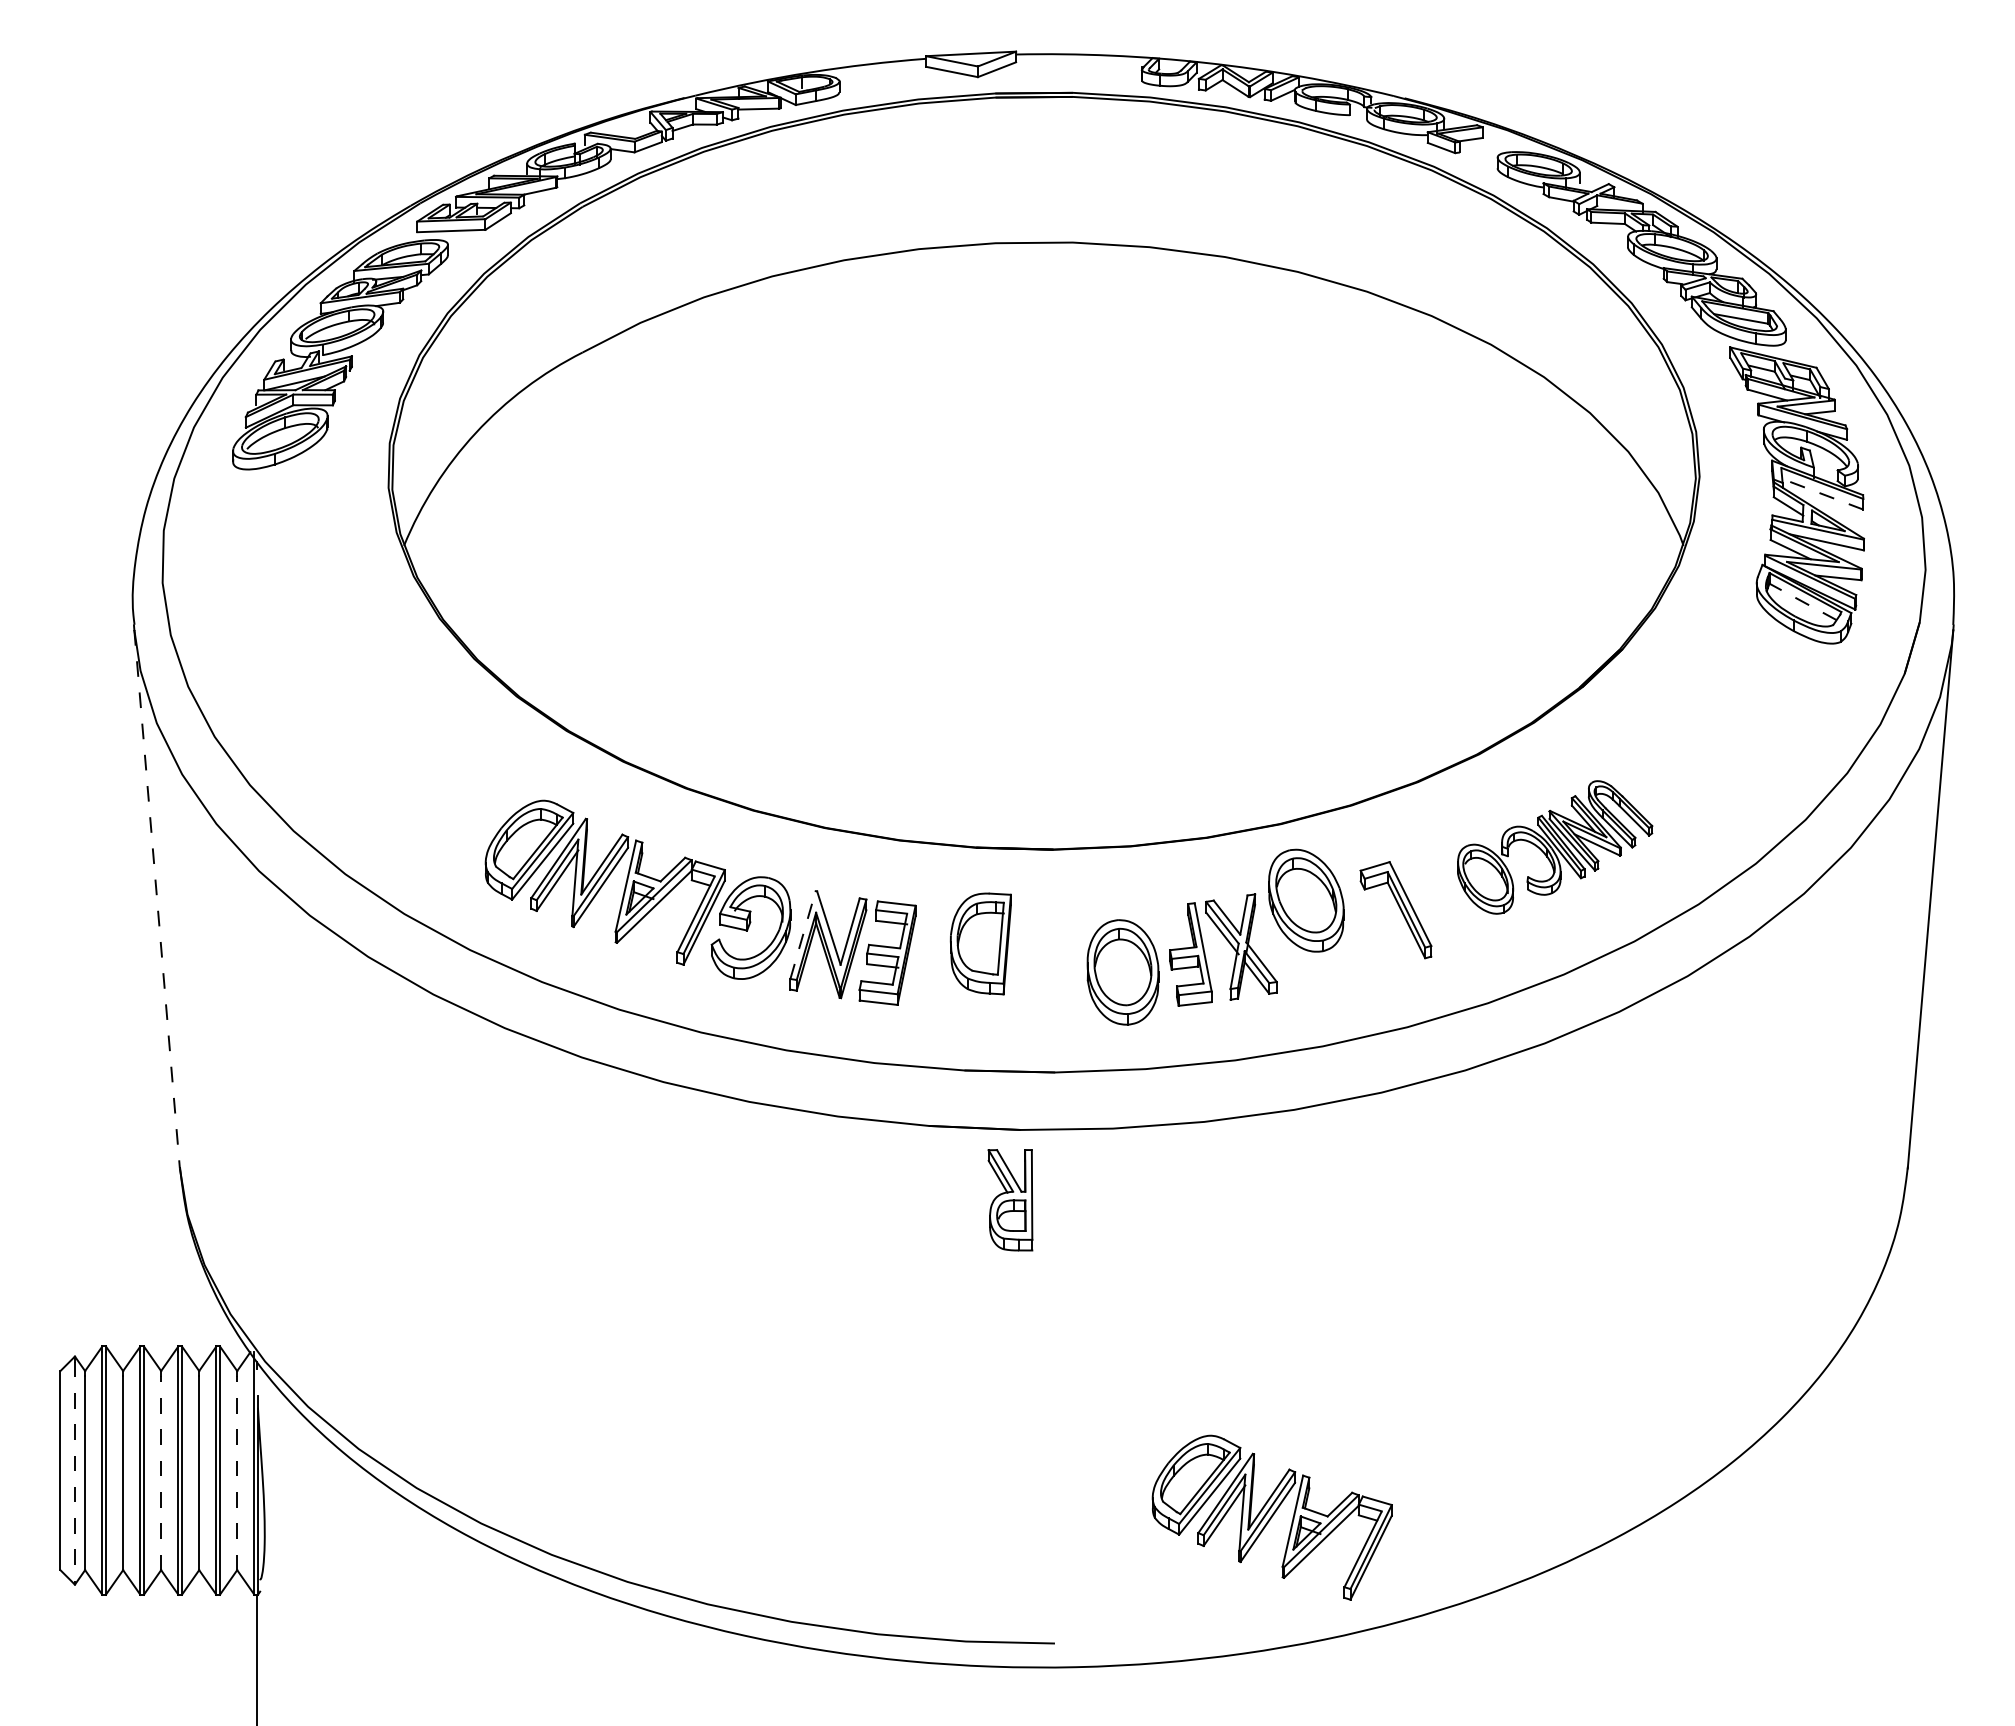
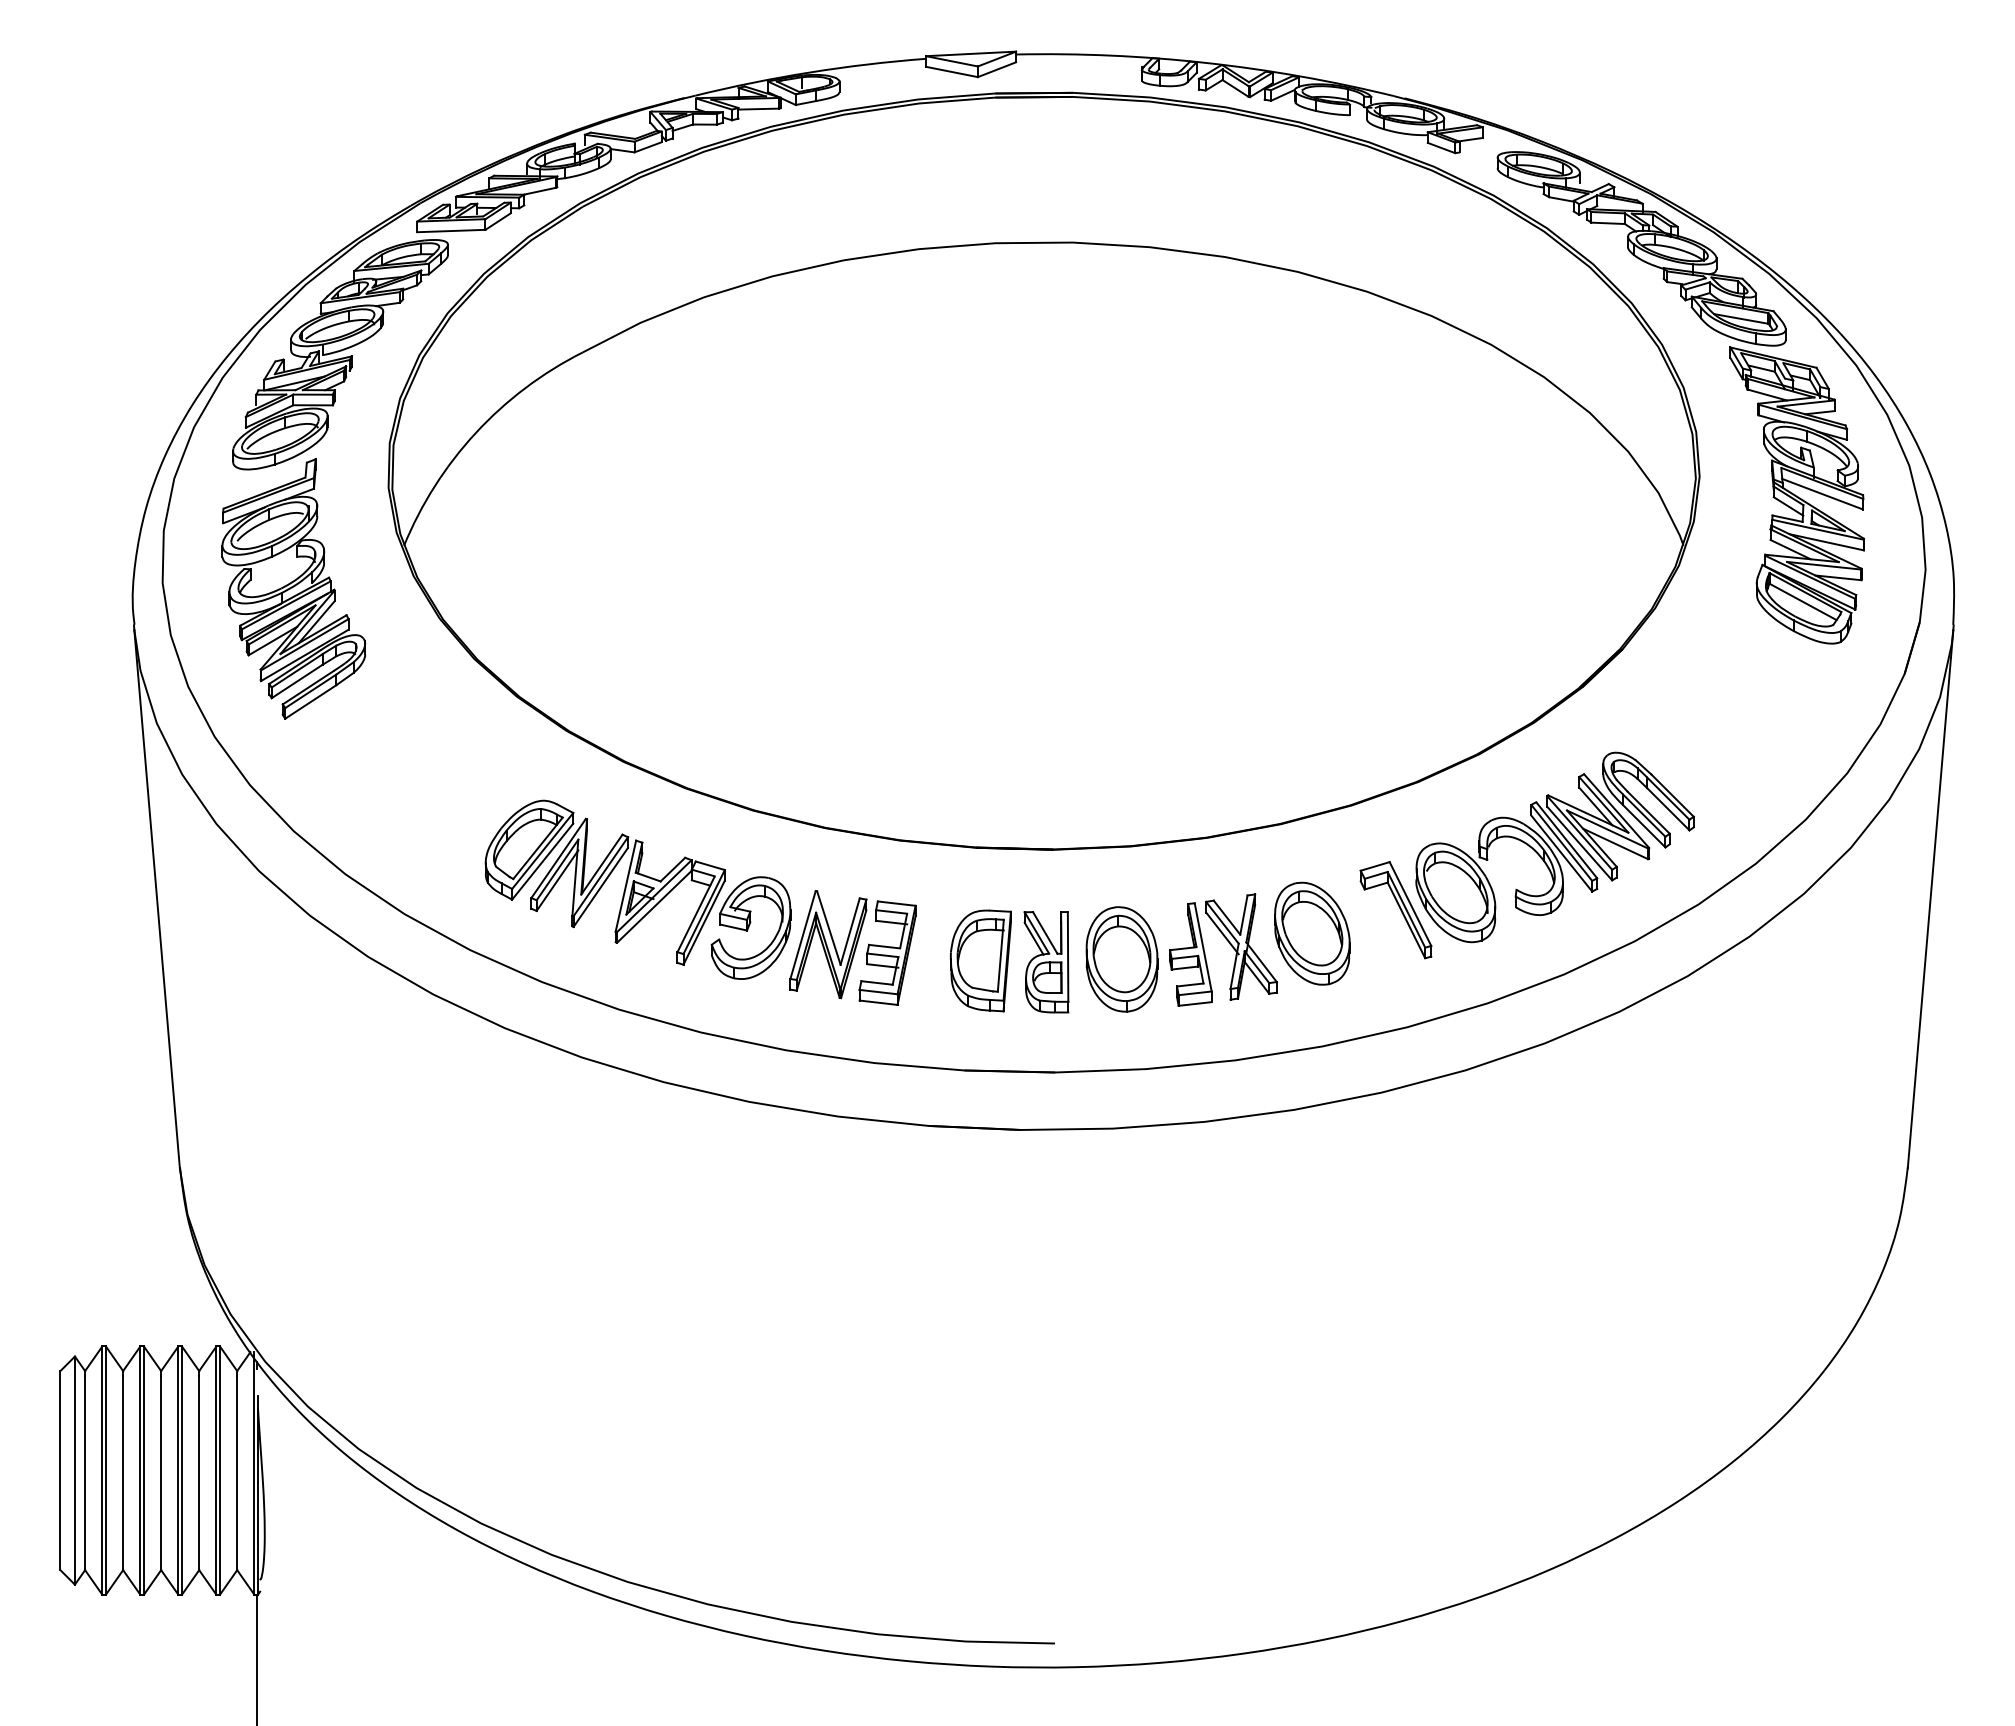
line at (1822, 493): dashed -> solid
part at (293, 588): none -> present
line at (1802, 601): dashed -> solid
part at (1555, 847) size: 197x135 px -> 280x193 px
line at (157, 899): dashed -> solid
part at (1306, 900) position: (1306, 900) -> (1312, 933)
line at (803, 935): dashed -> solid
part at (980, 943) position: (980, 943) -> (980, 960)
part at (1122, 972) position: (1122, 972) -> (1121, 959)
part at (1010, 1200) position: (1010, 1200) -> (1046, 962)
line at (161, 1472): dashed -> solid
line at (237, 1472): dashed -> solid
line at (74, 1473): dashed -> solid
part at (1271, 1517): present -> none
